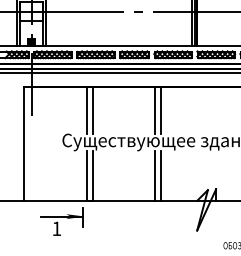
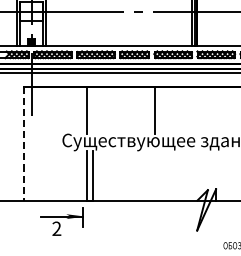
line at (92, 110): present -> none
line at (160, 110): present -> none
line at (24, 144): solid -> dashed
line at (155, 175): present -> none
line at (160, 175): present -> none
text at (56, 228): 1 -> 2
